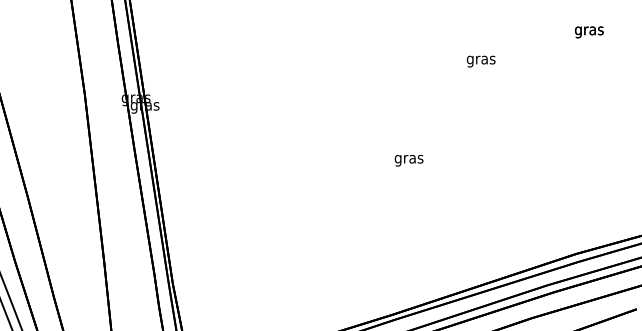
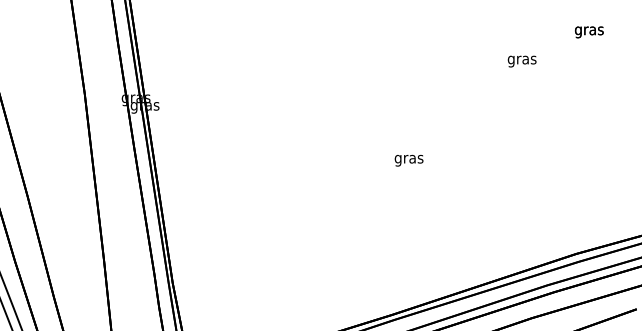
text at (480, 61) position: (480, 61) -> (521, 61)
